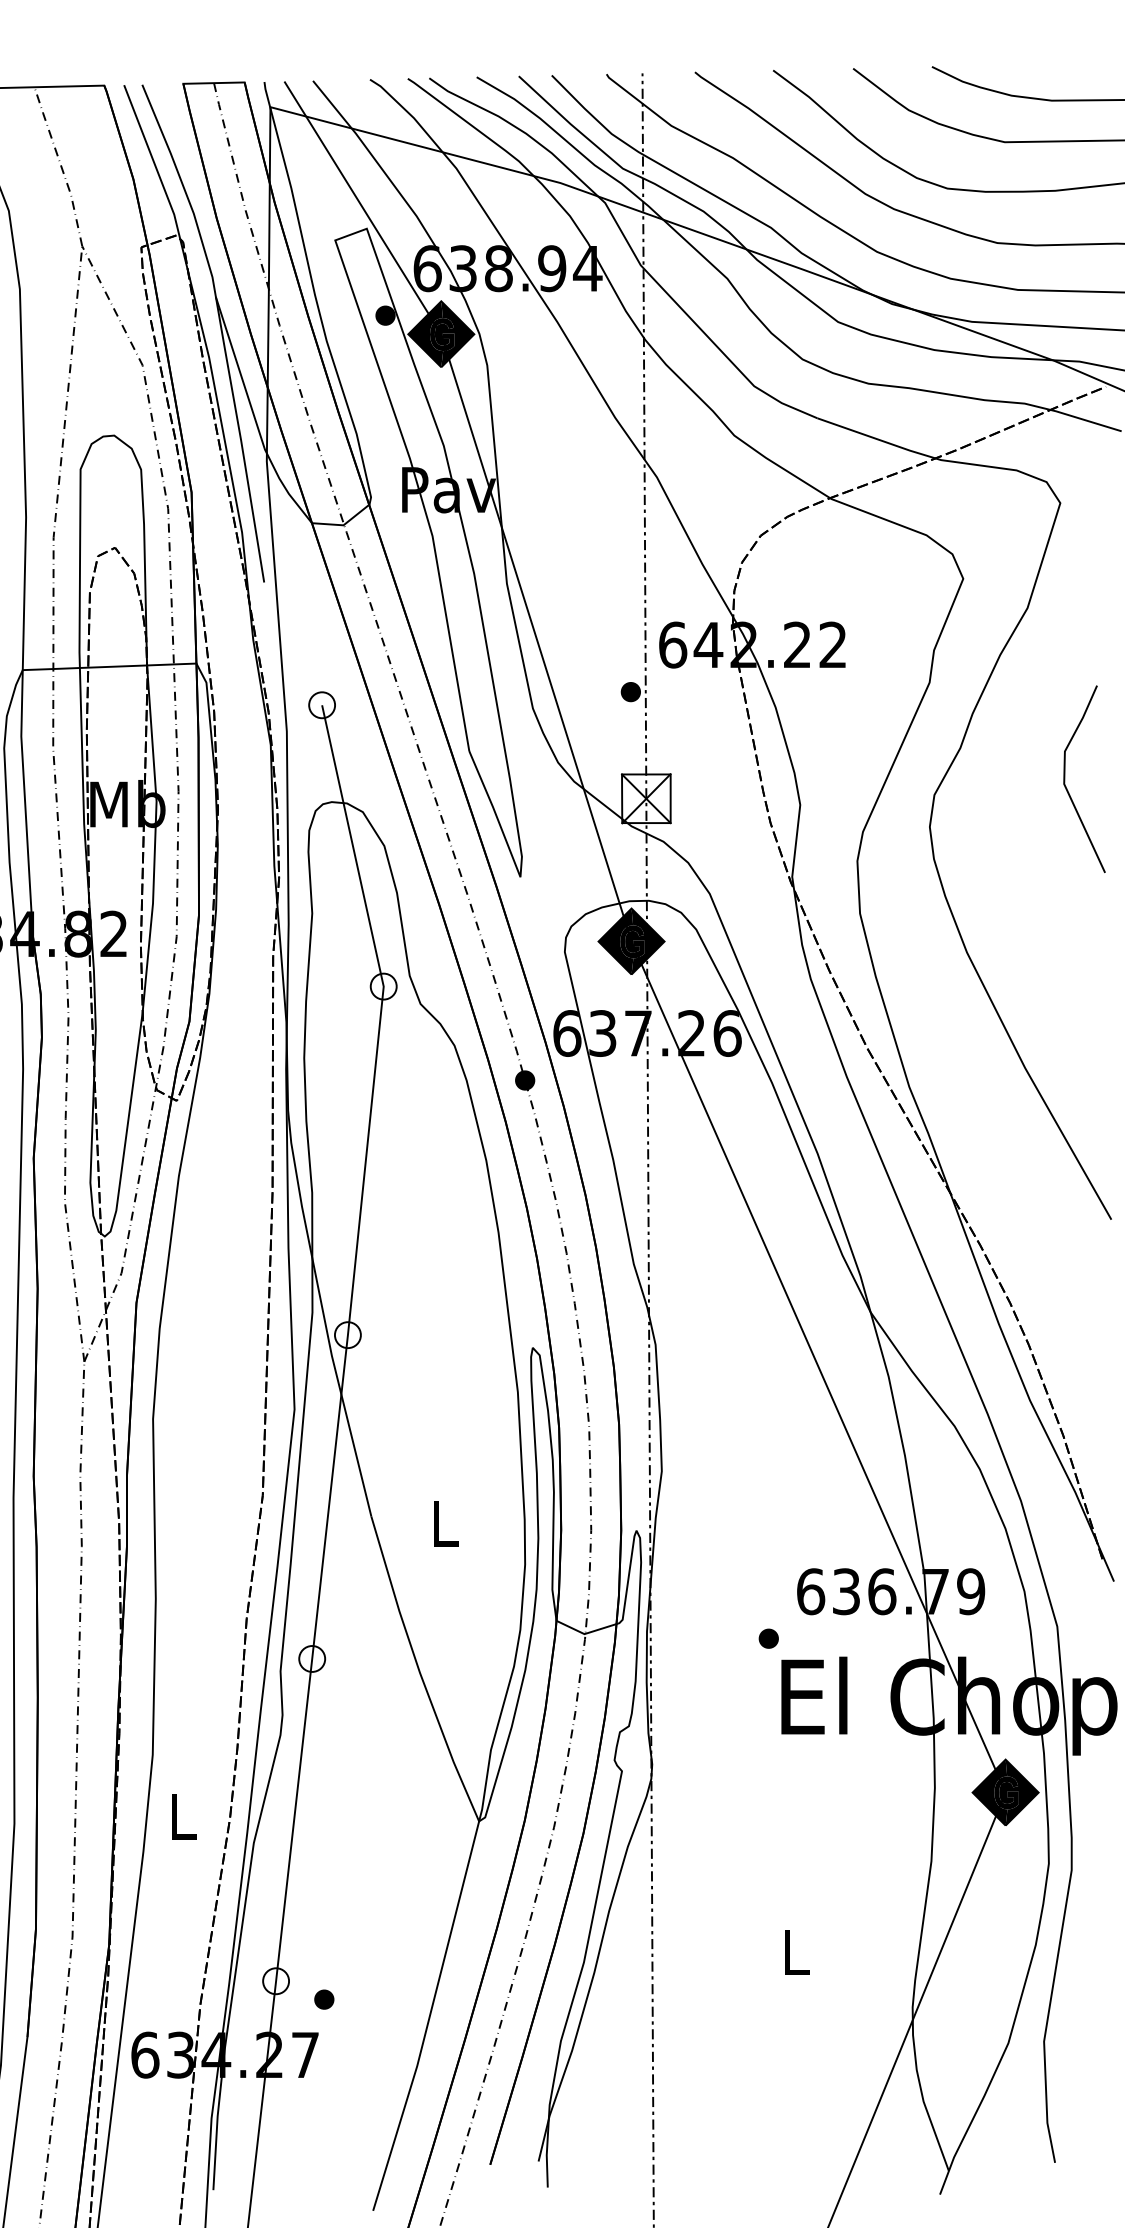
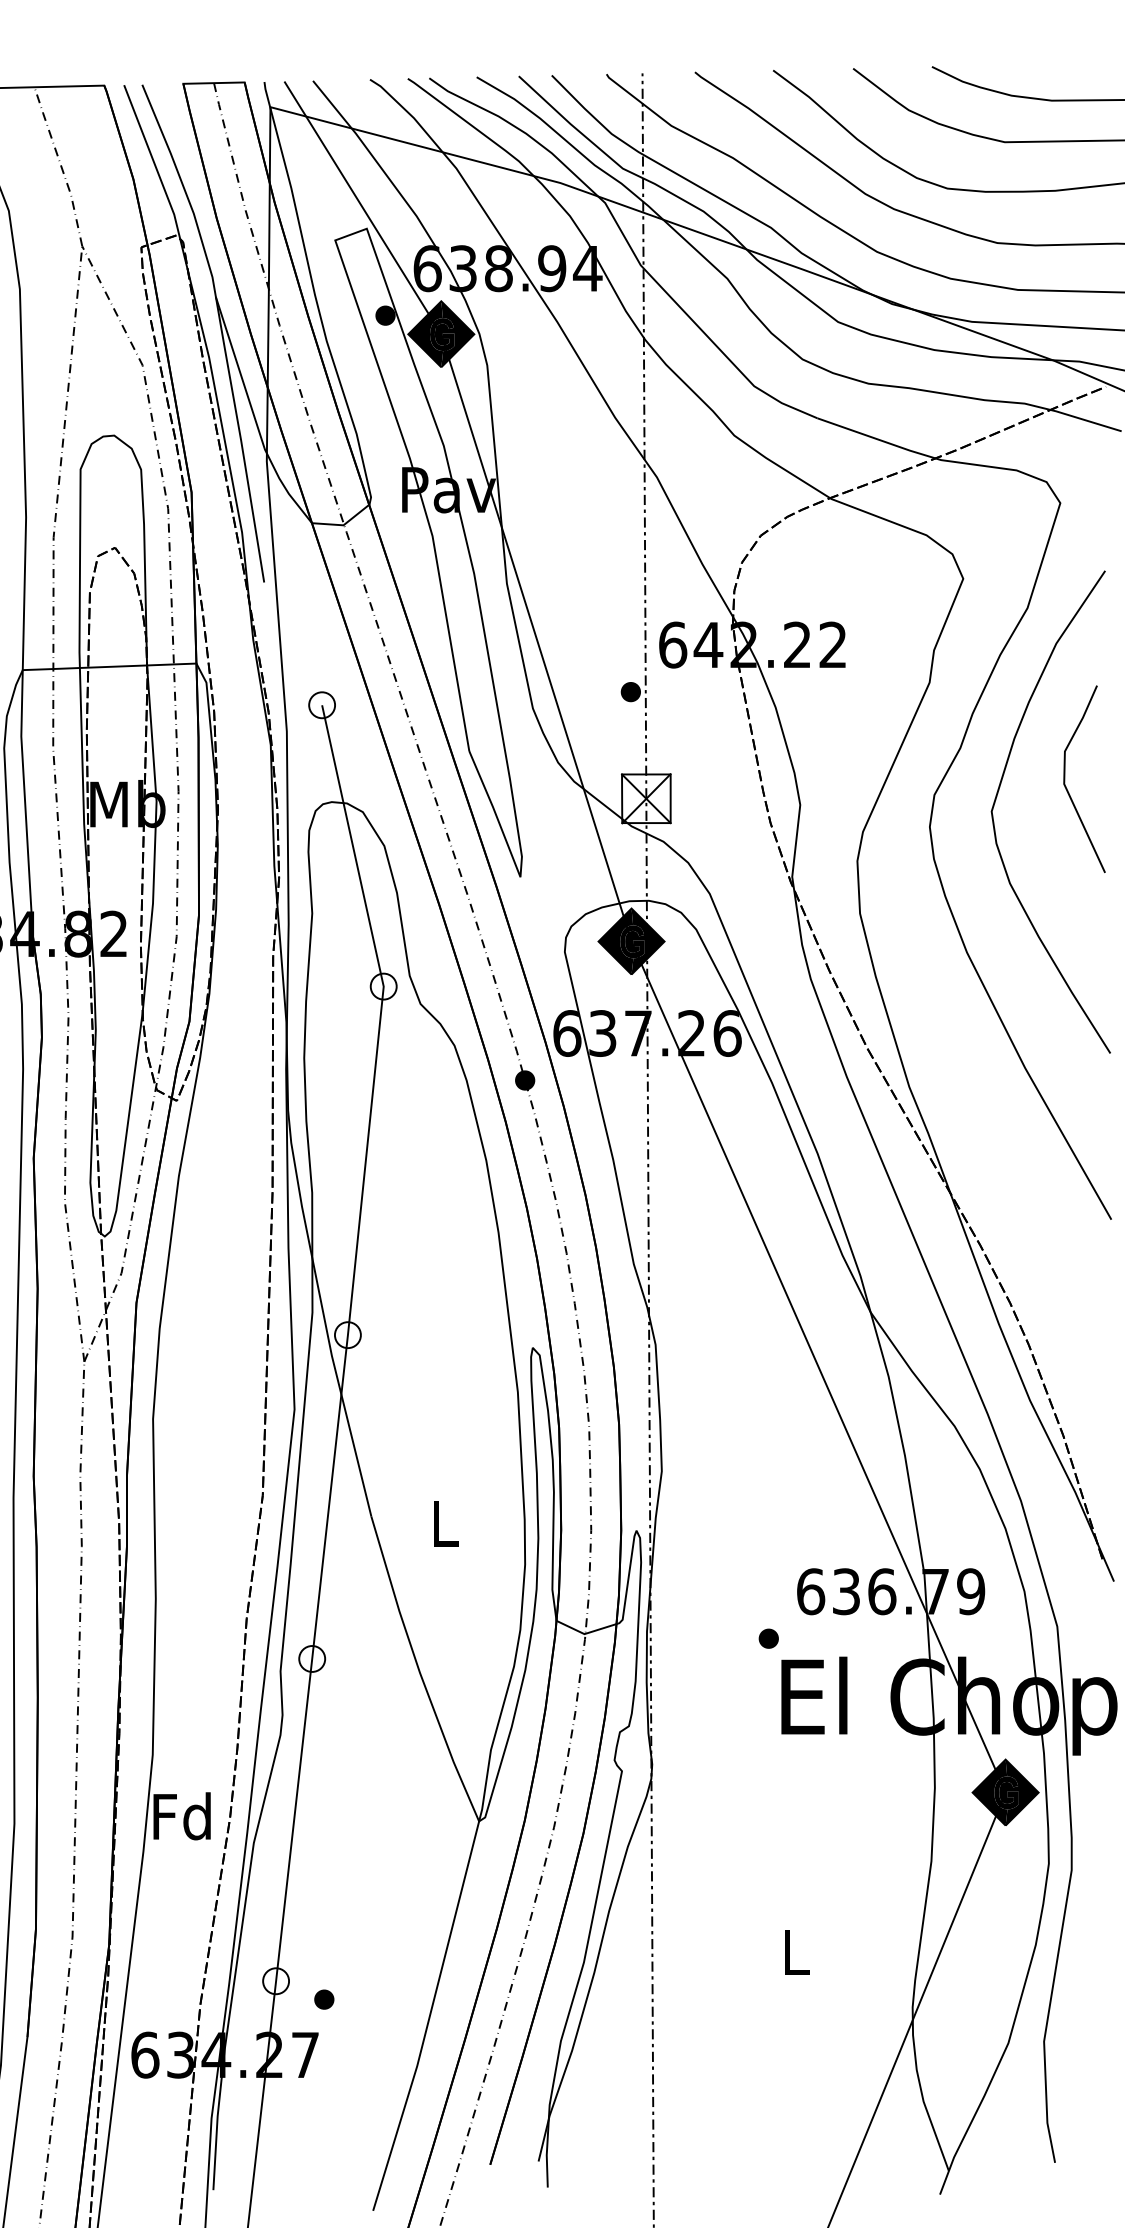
curve at (998, 793): none -> present
text at (181, 1816): L -> Fd
